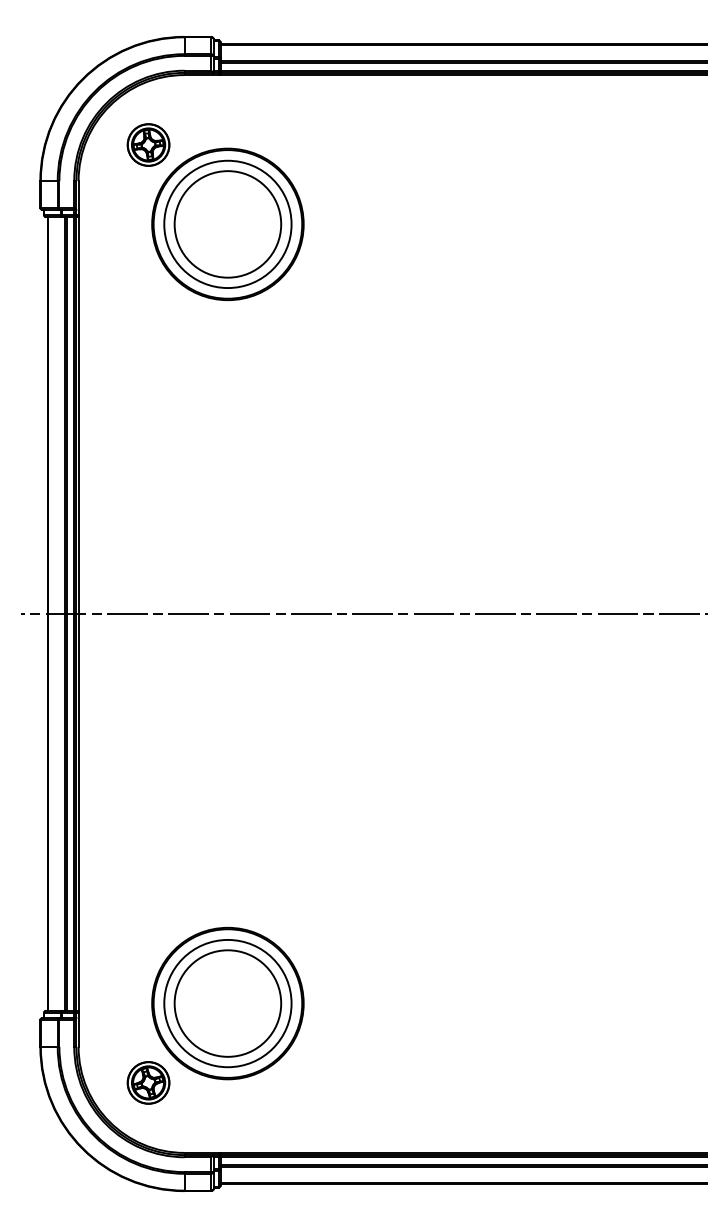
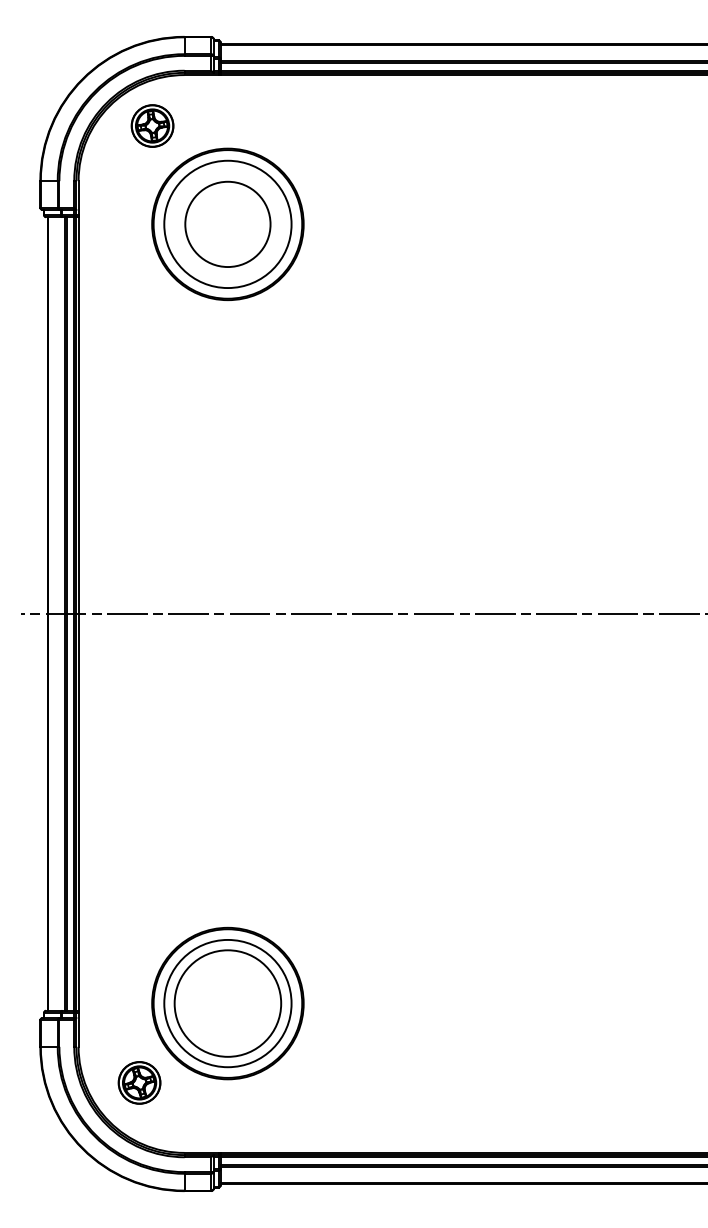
part at (148, 144) position: (148, 144) -> (152, 125)
circle at (227, 224) diameter: 107 px -> 85 px
part at (148, 1082) position: (148, 1082) -> (139, 1082)
